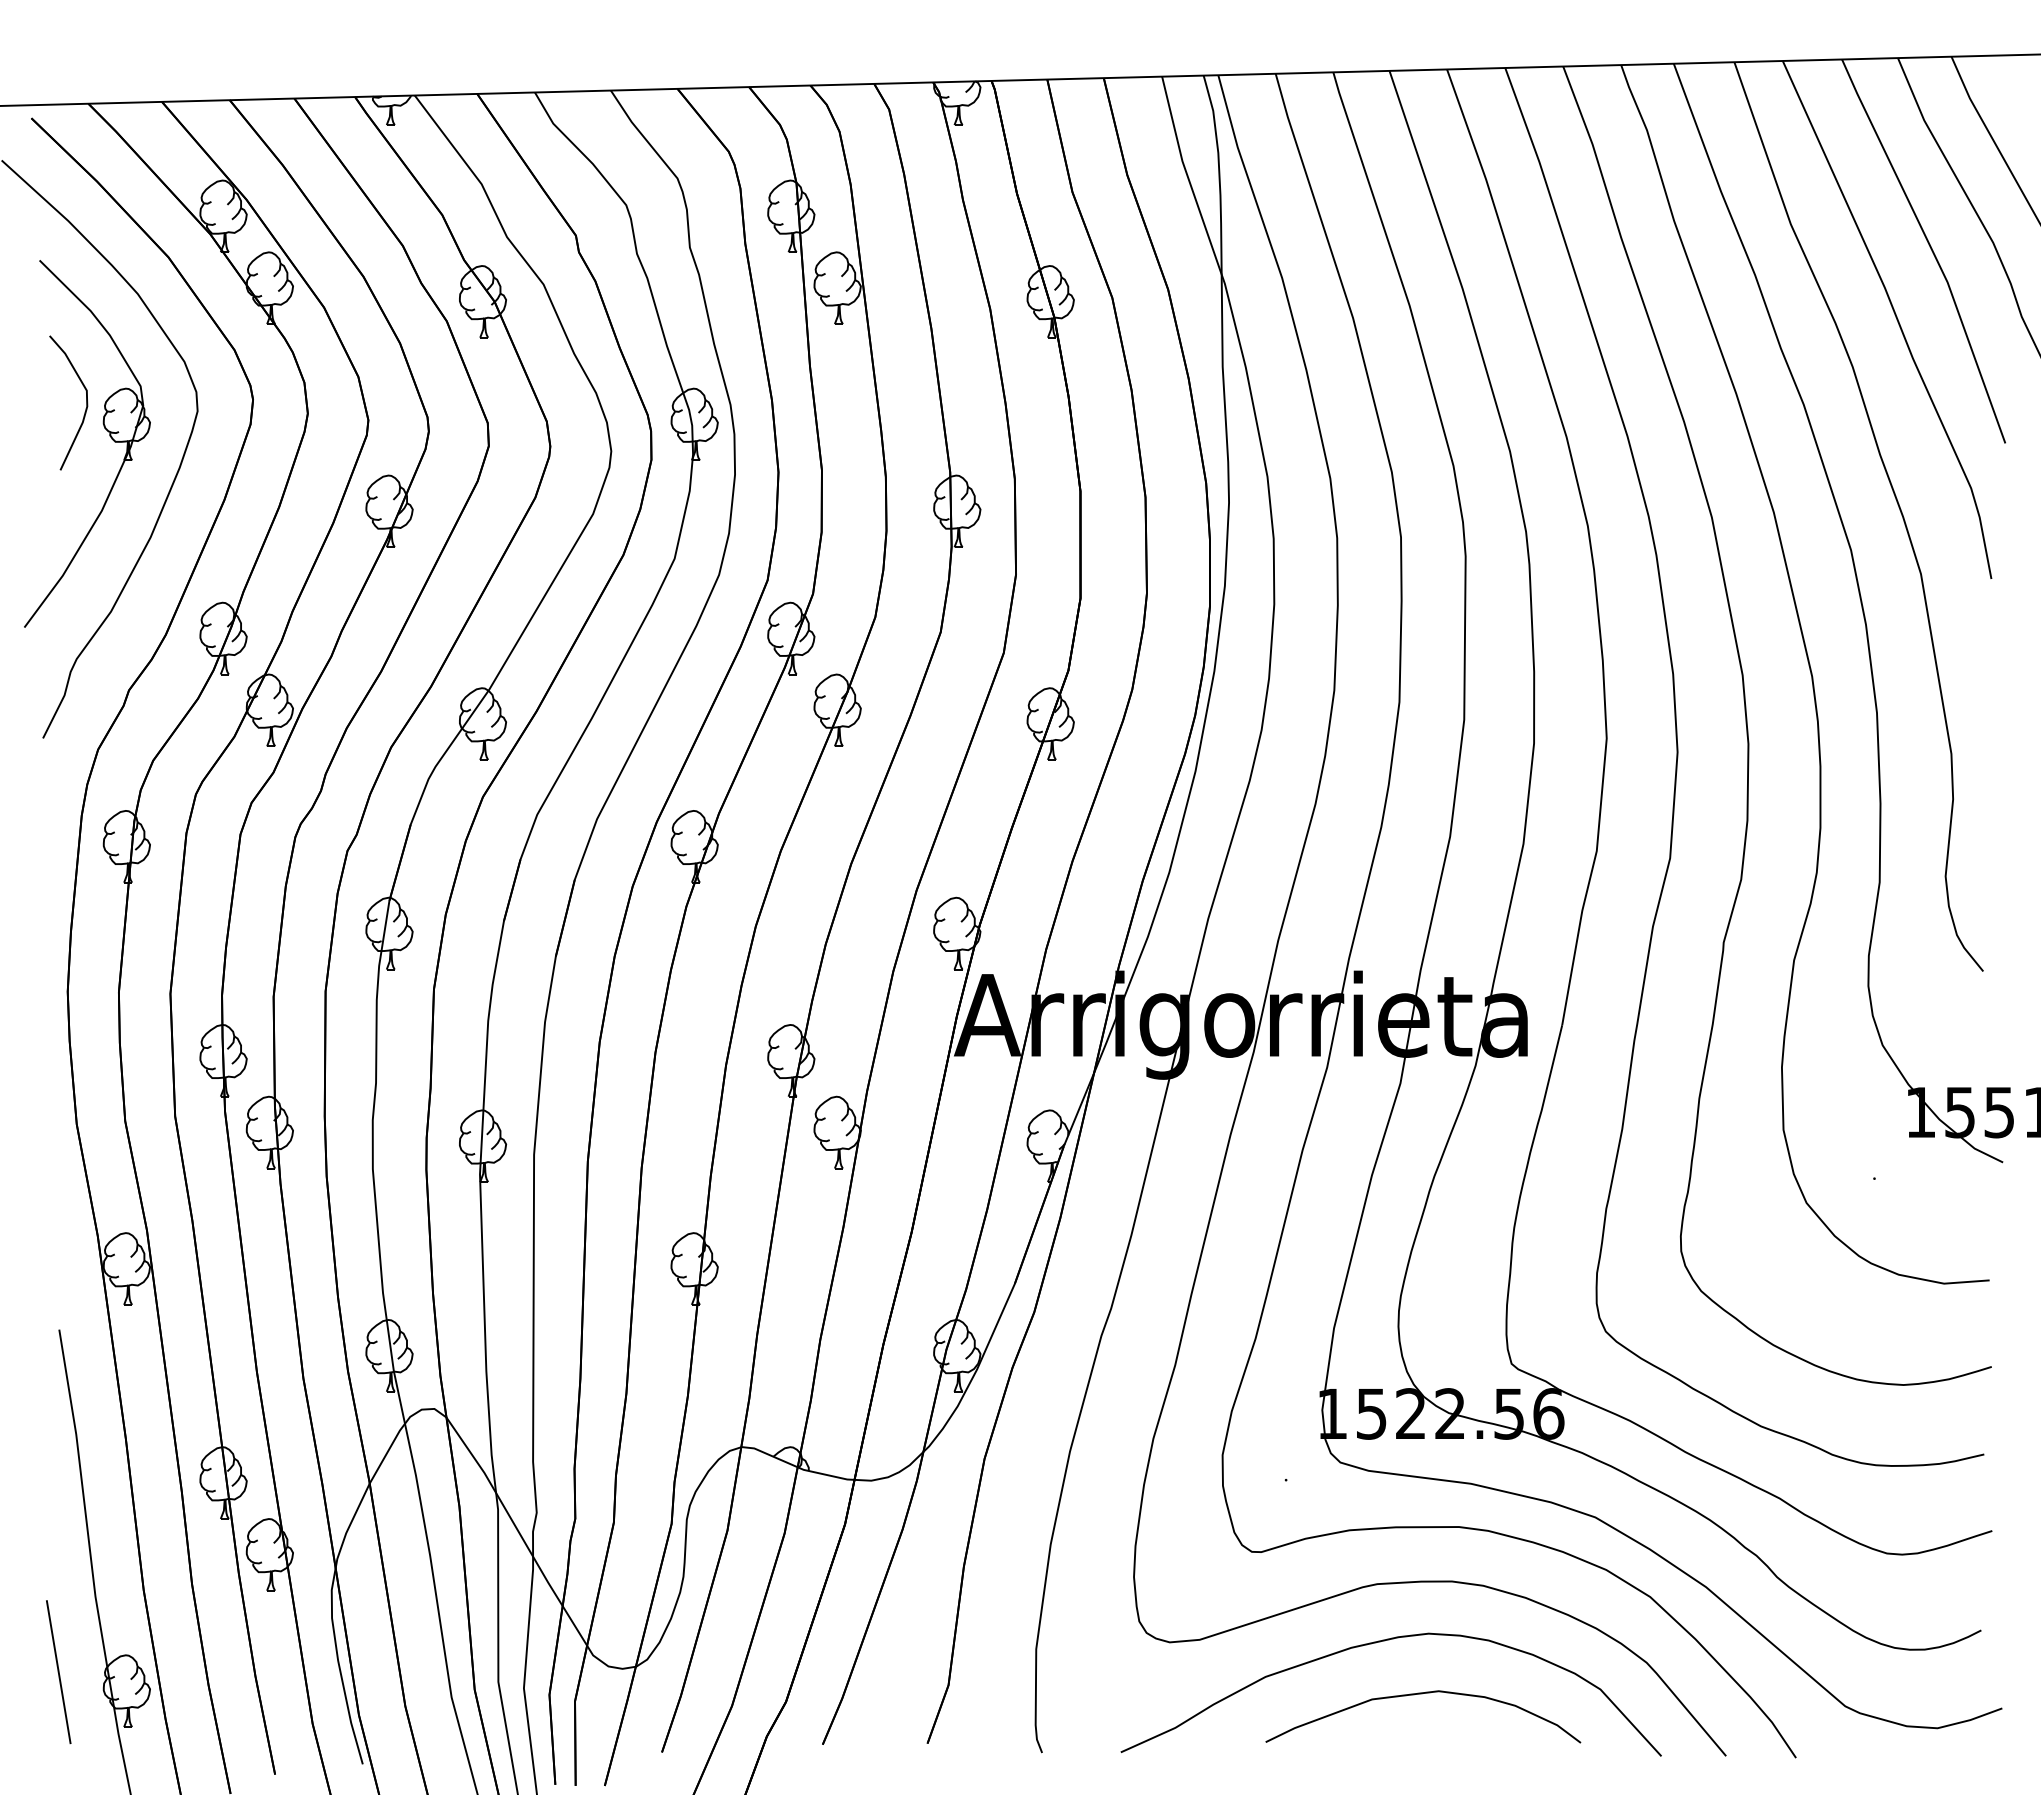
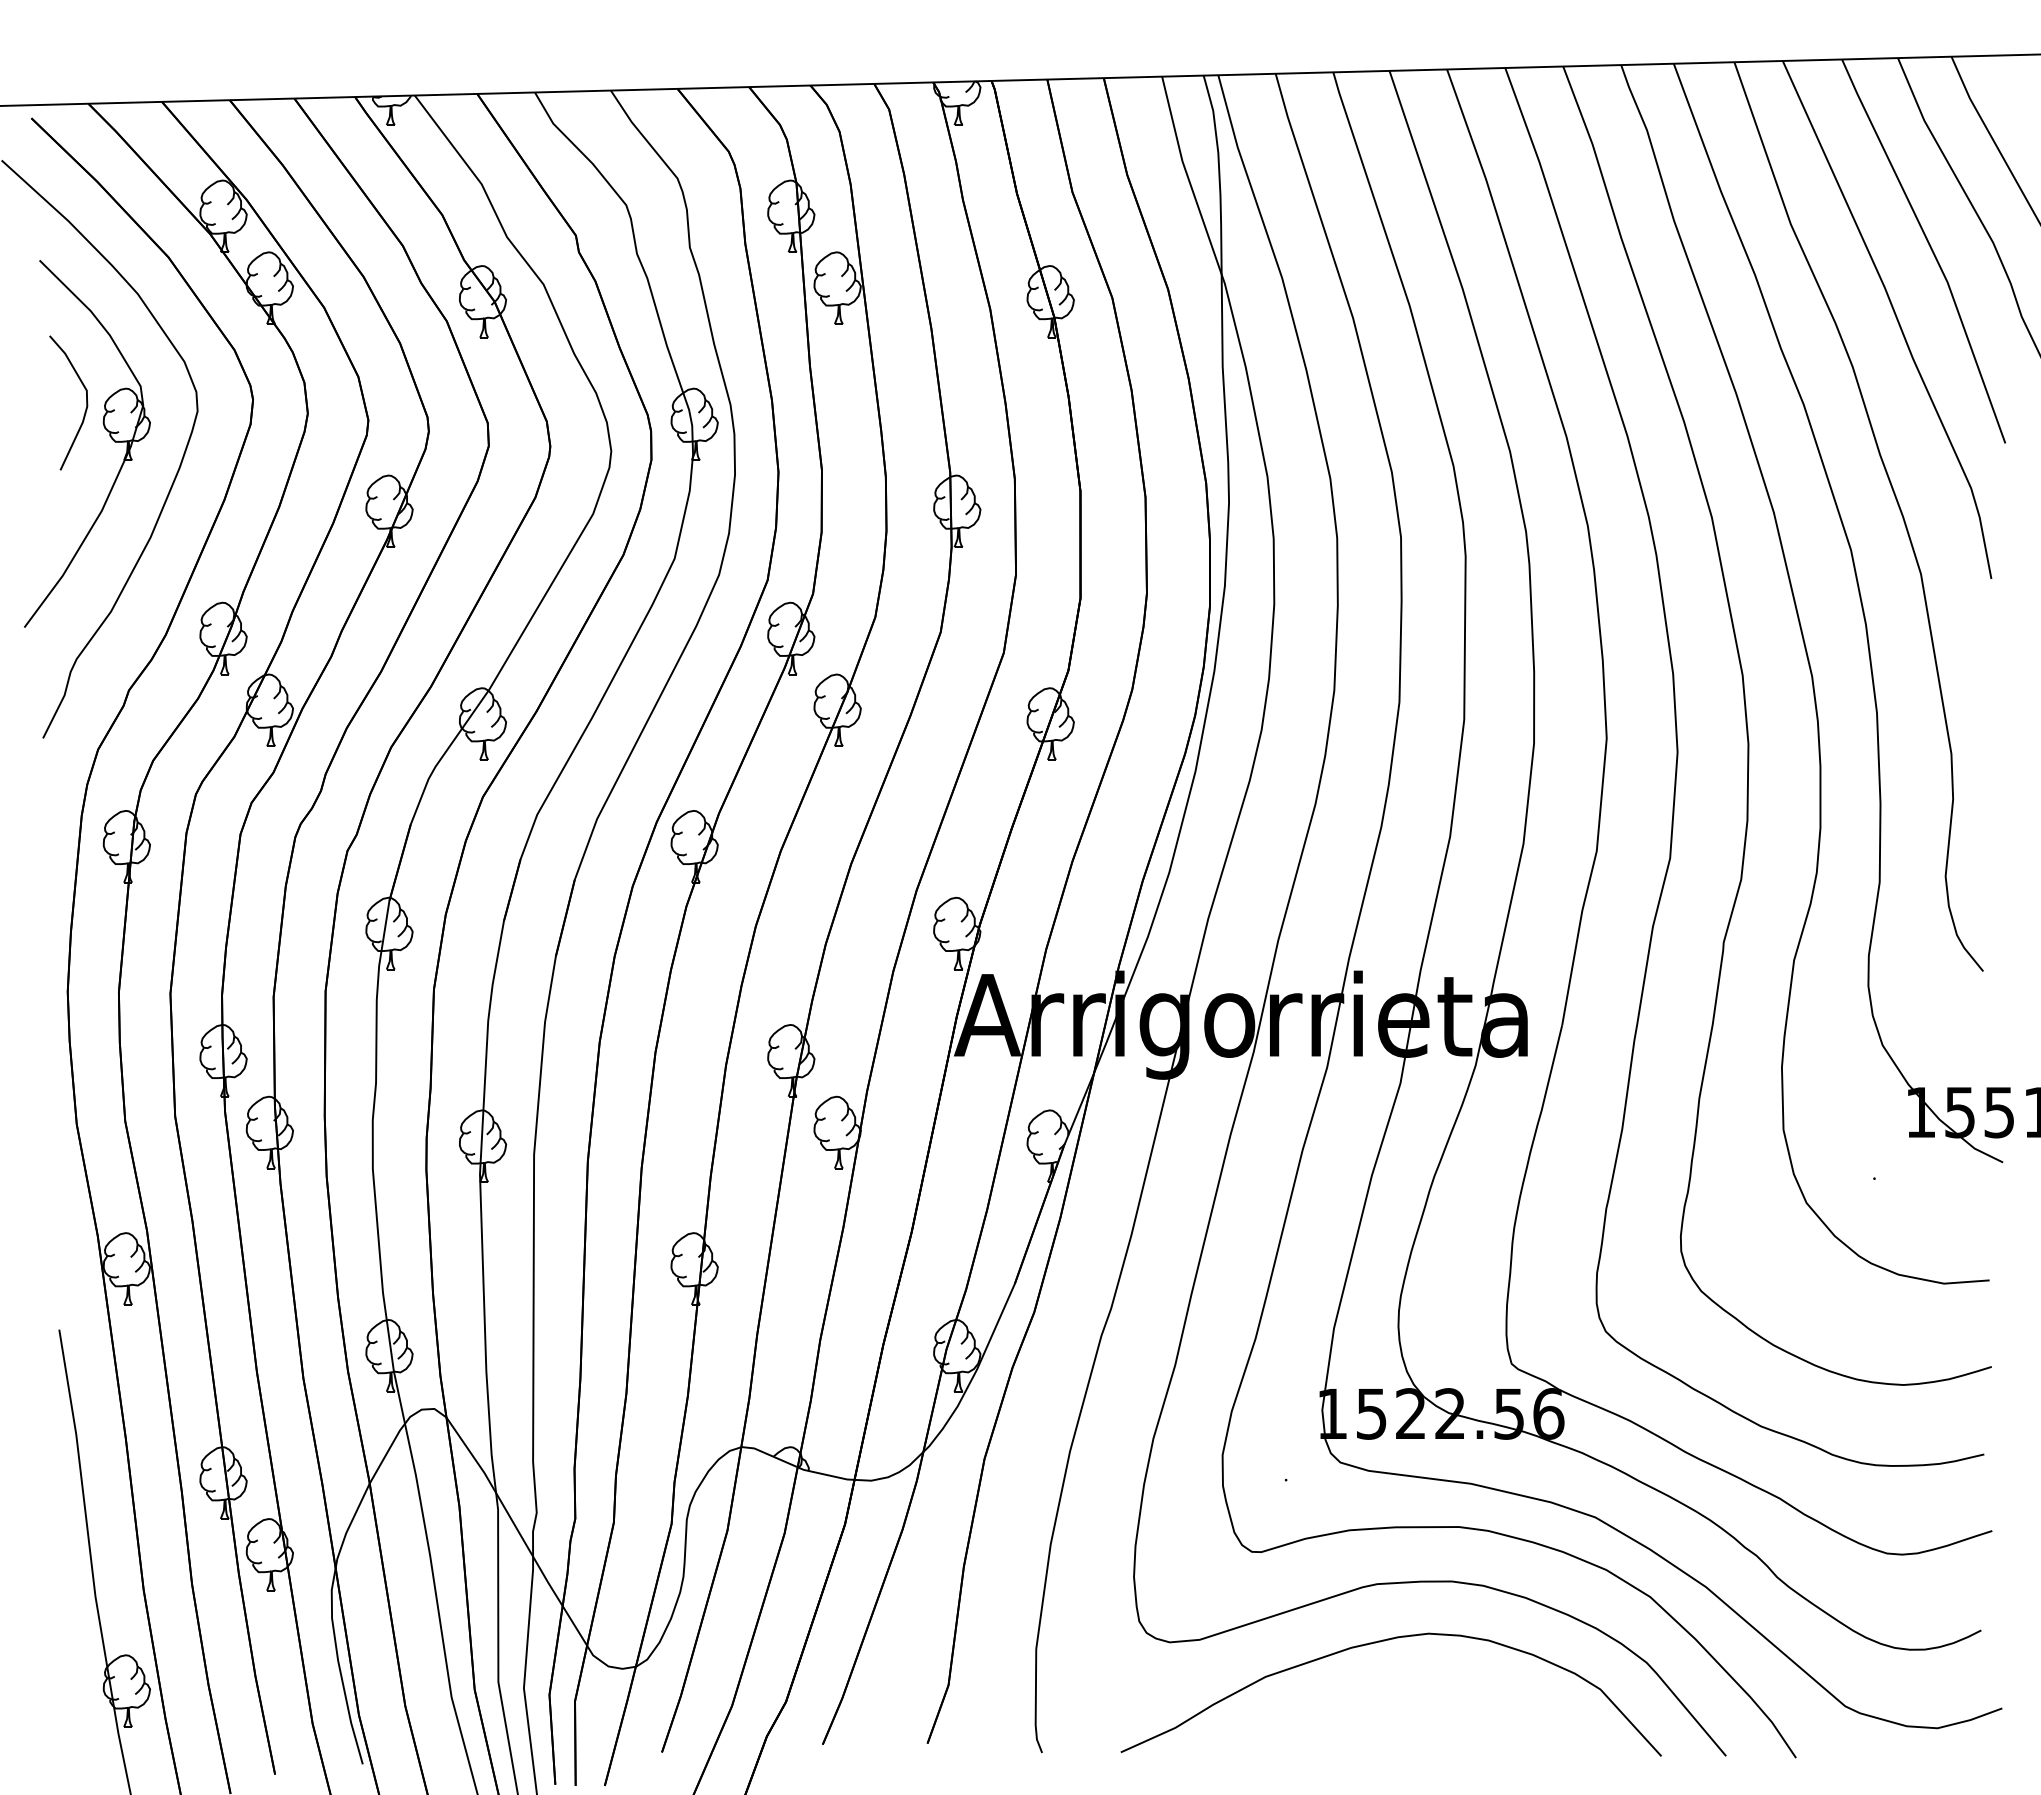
line at (58, 1672): present -> none
curve at (1422, 1694): present -> none
